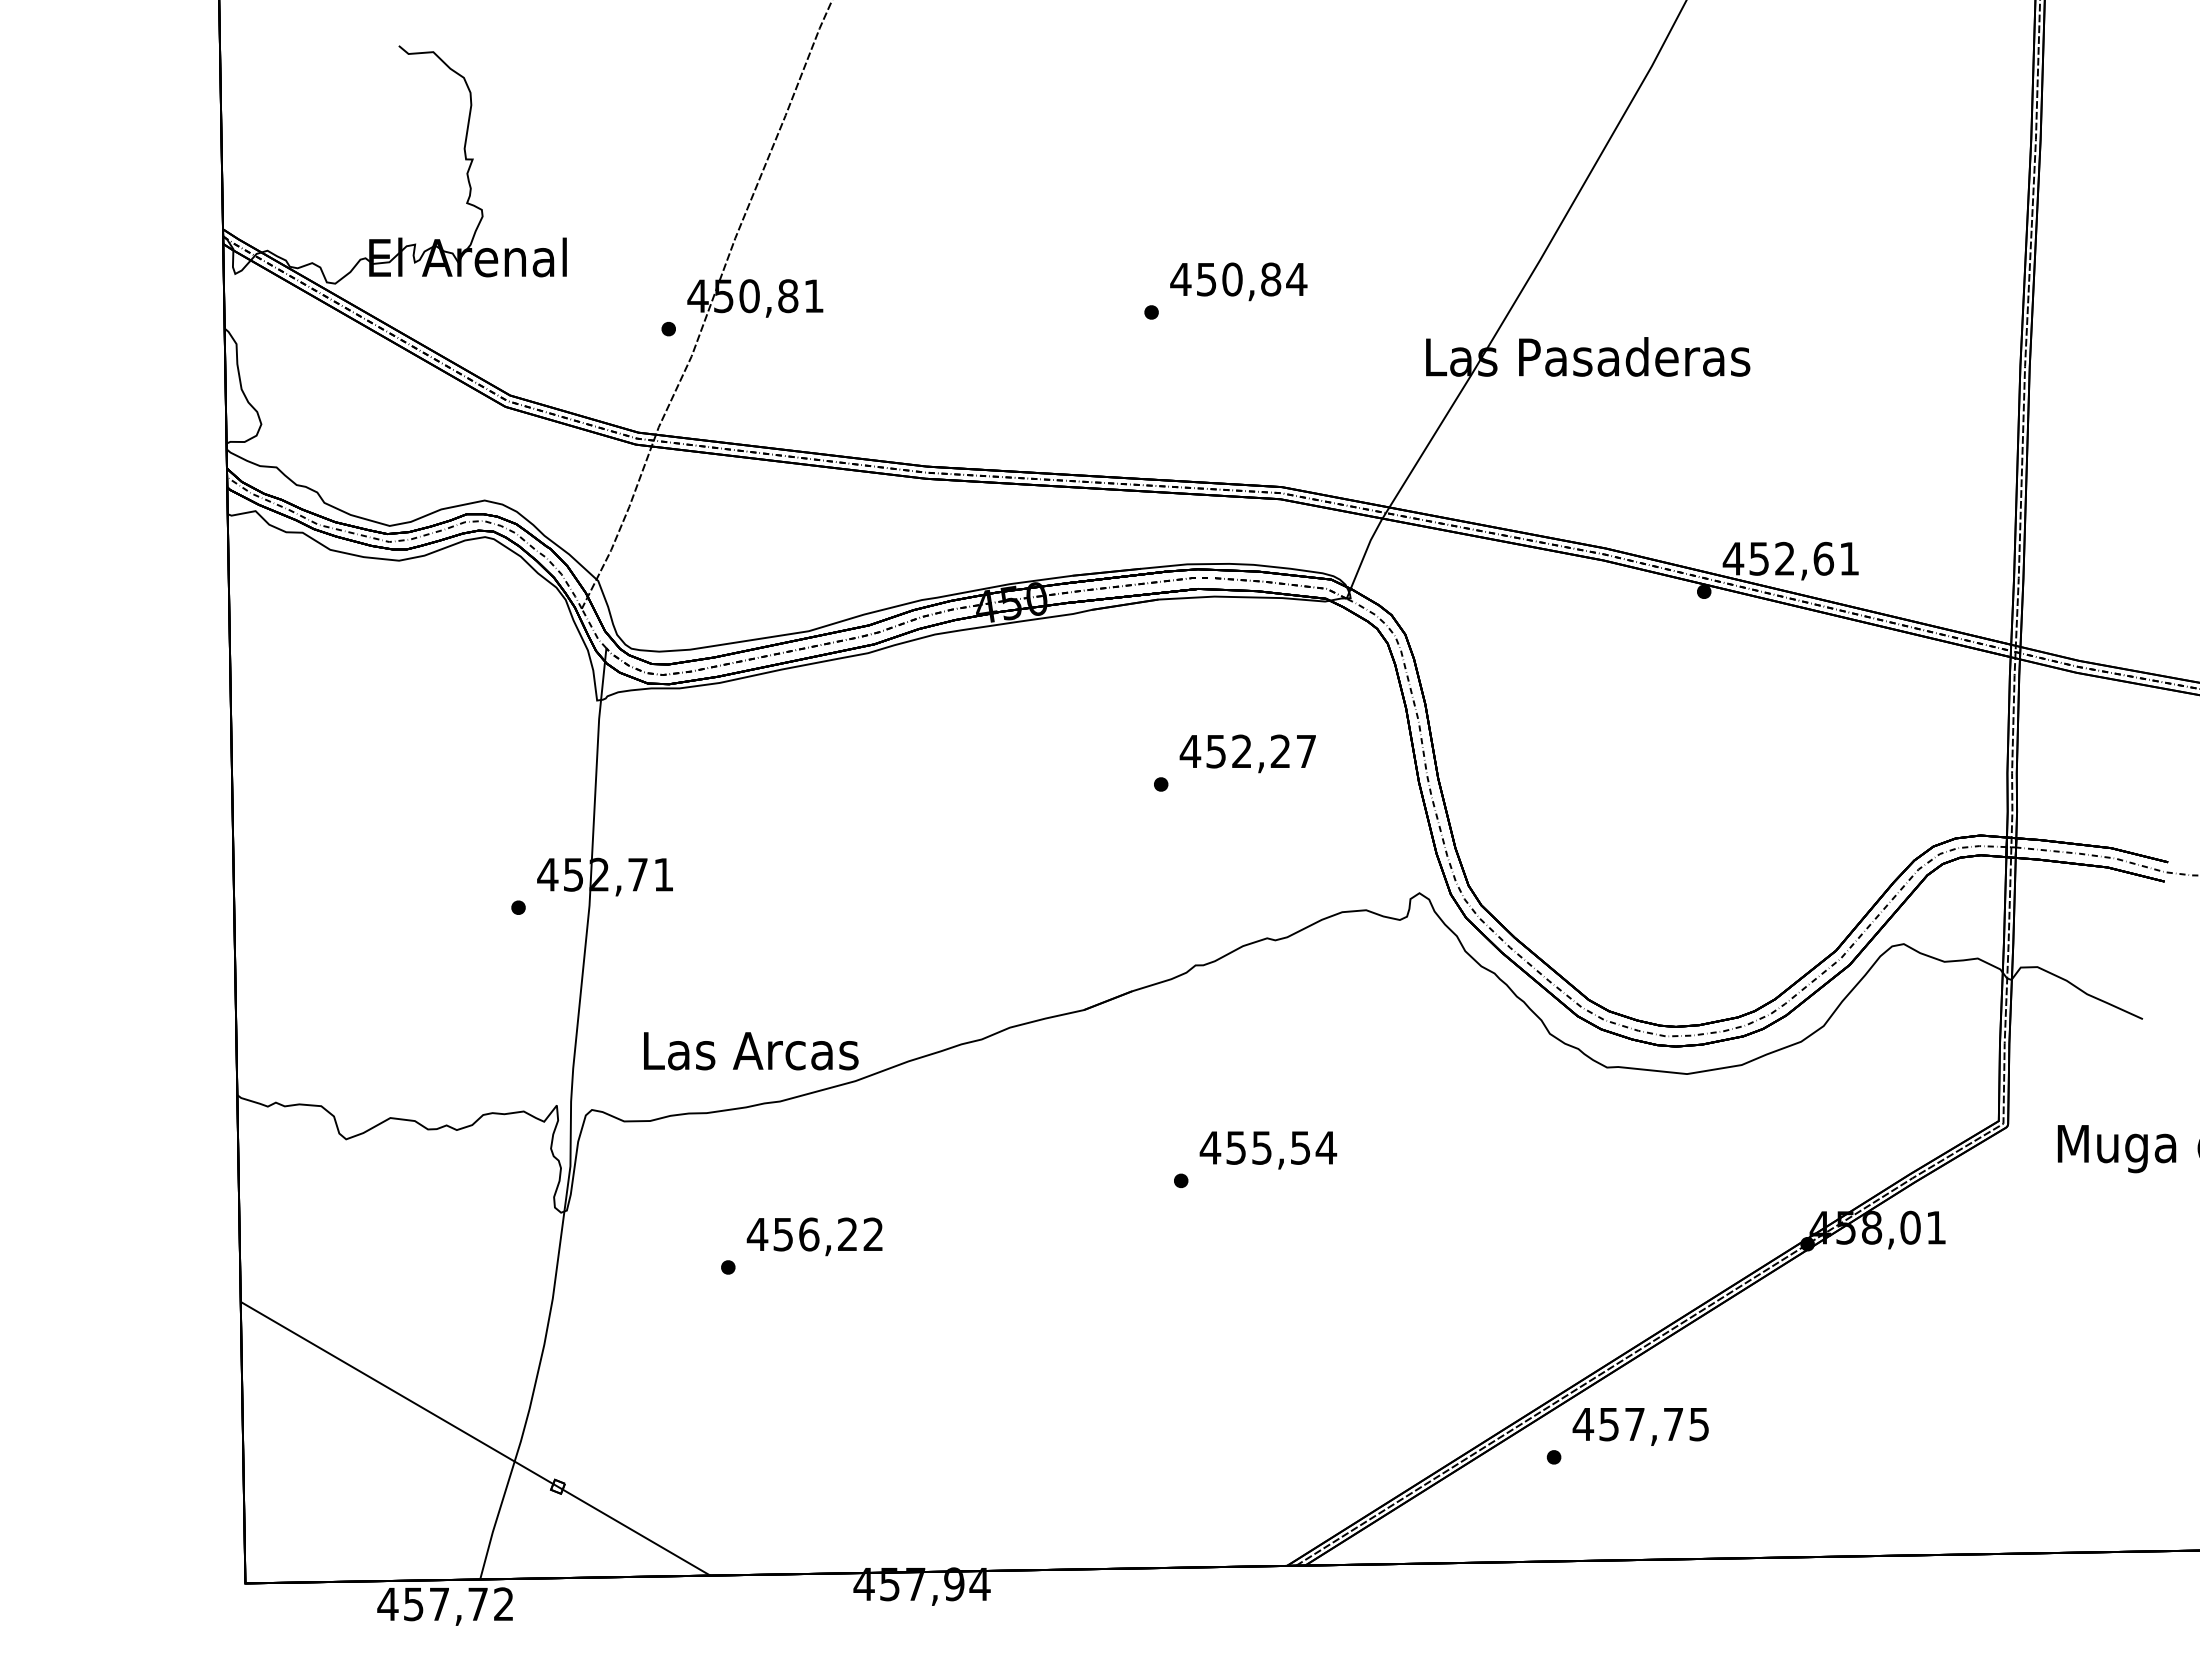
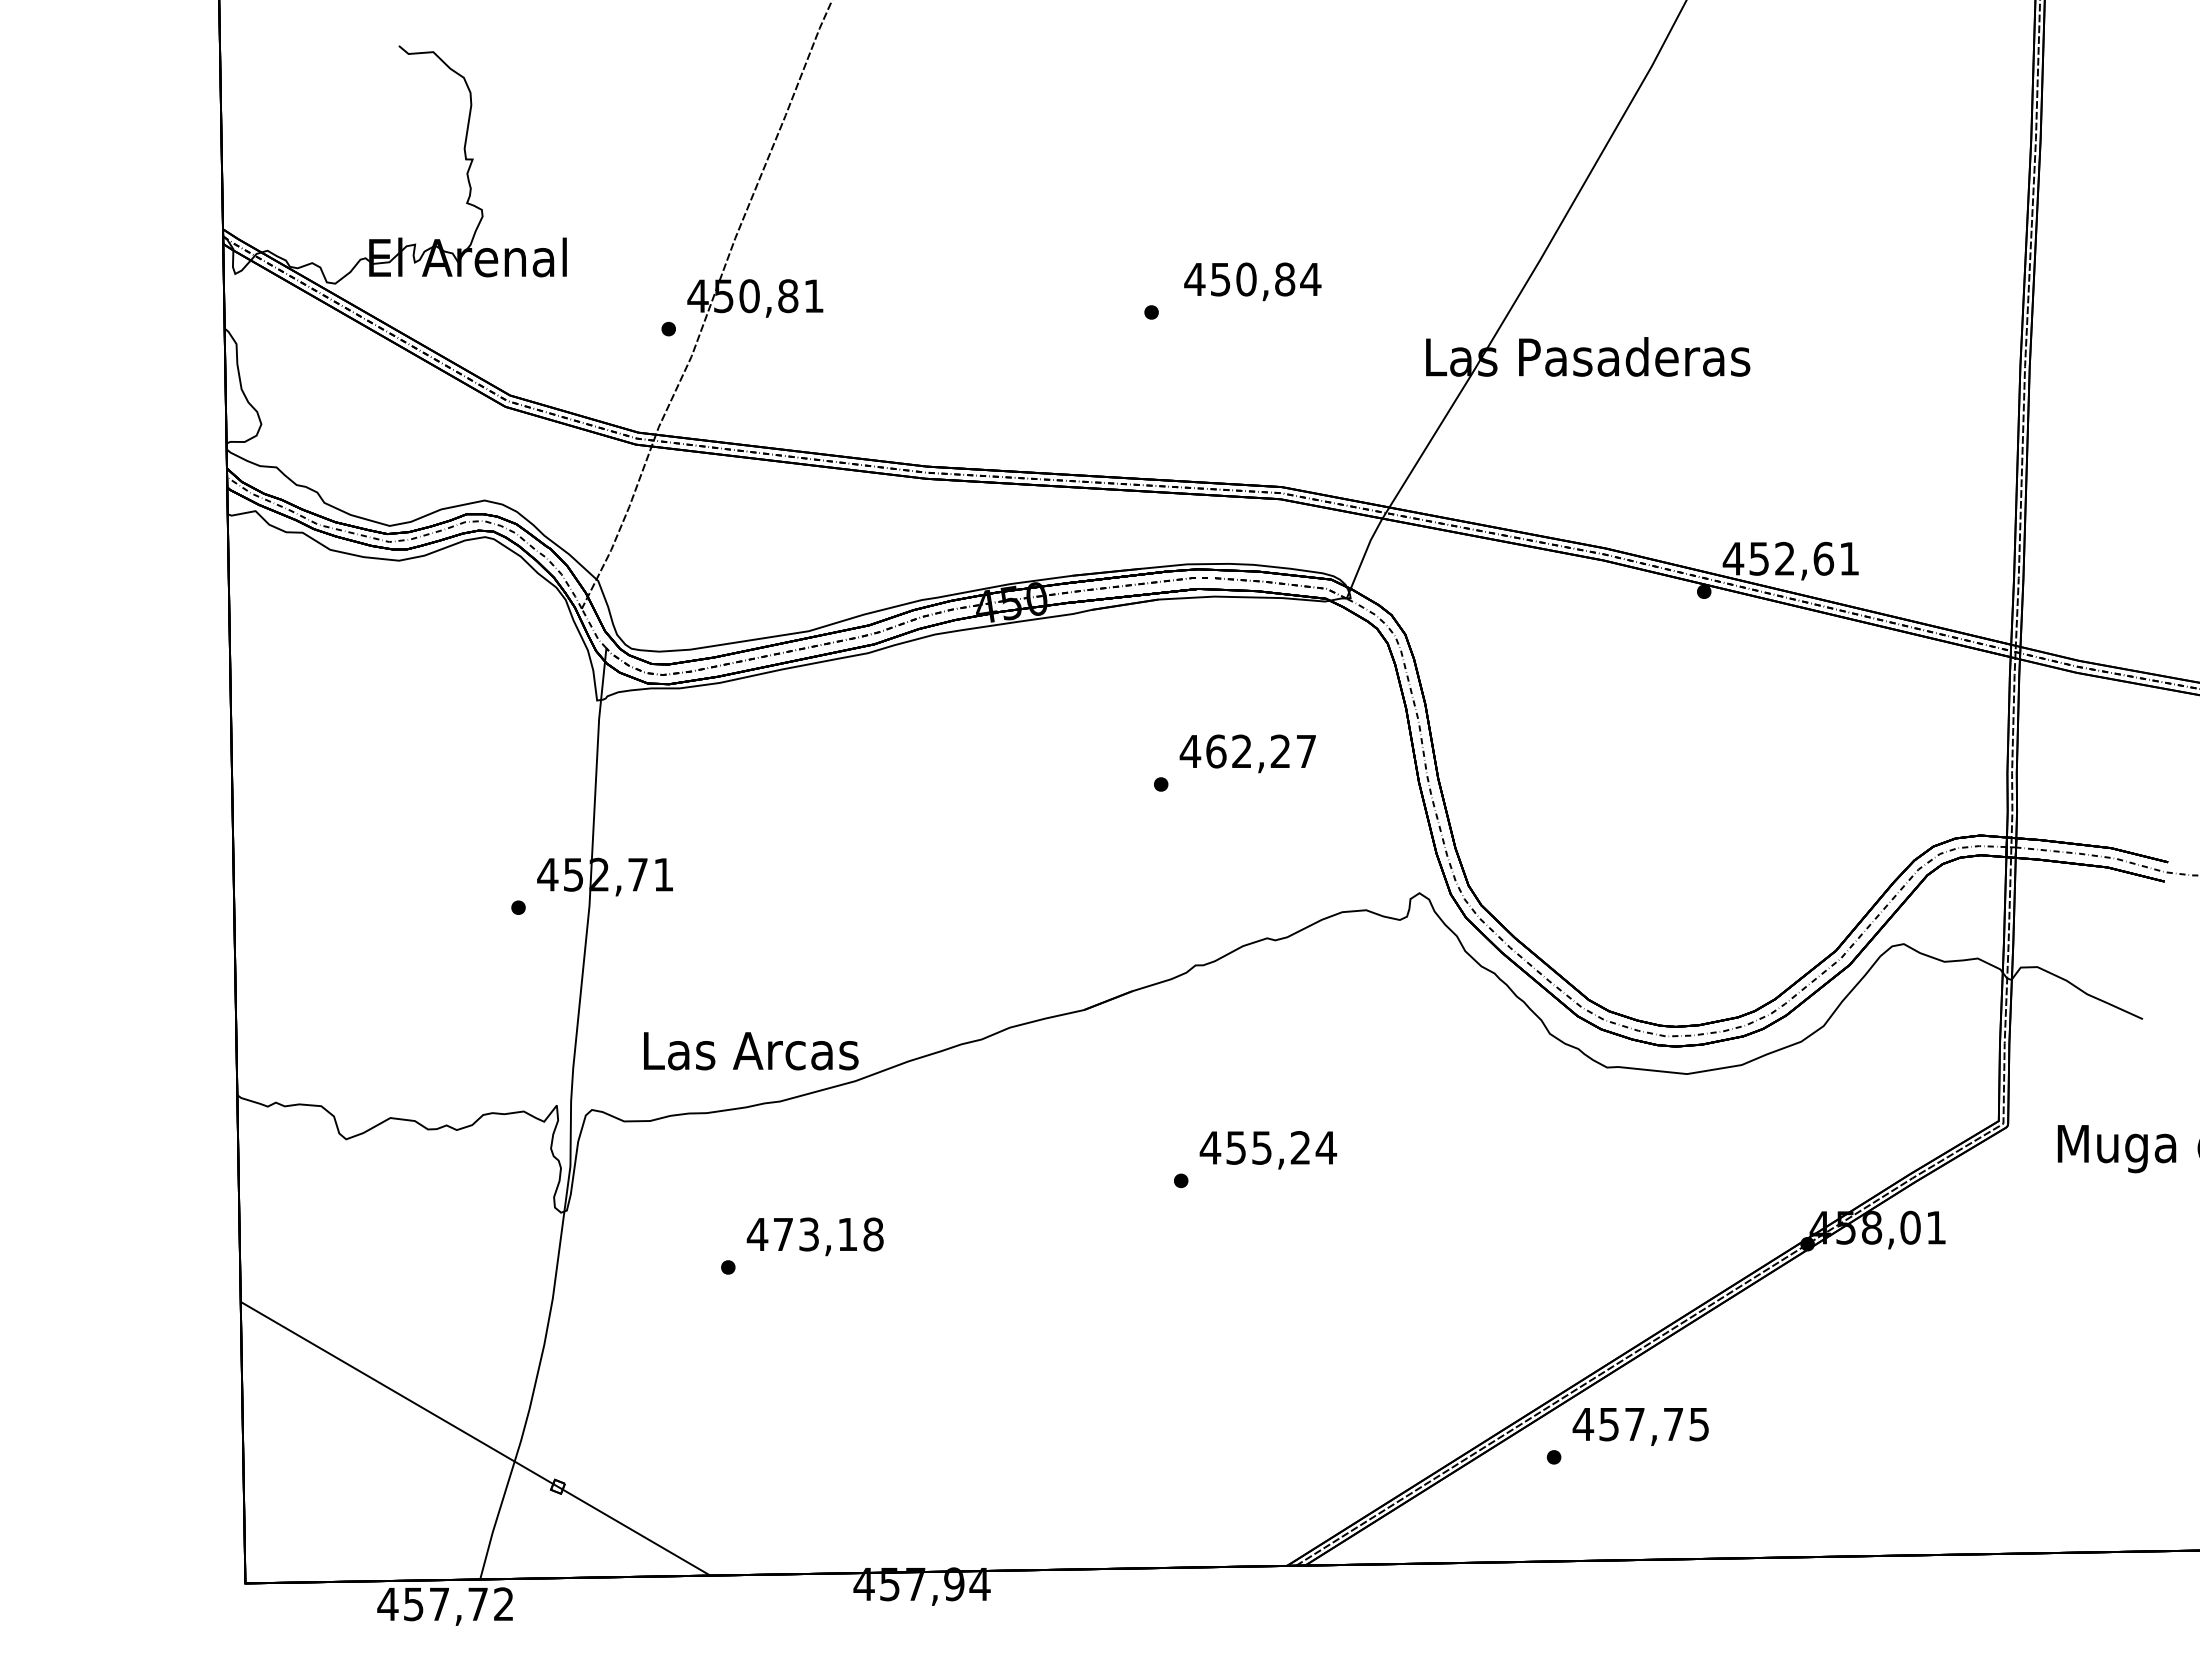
text at (1238, 281) position: (1238, 281) -> (1252, 281)
text at (1216, 751): 452,27 -> 462,27
text at (1300, 1147): 455,54 -> 455,24
text at (828, 1234): 456,22 -> 473,18
